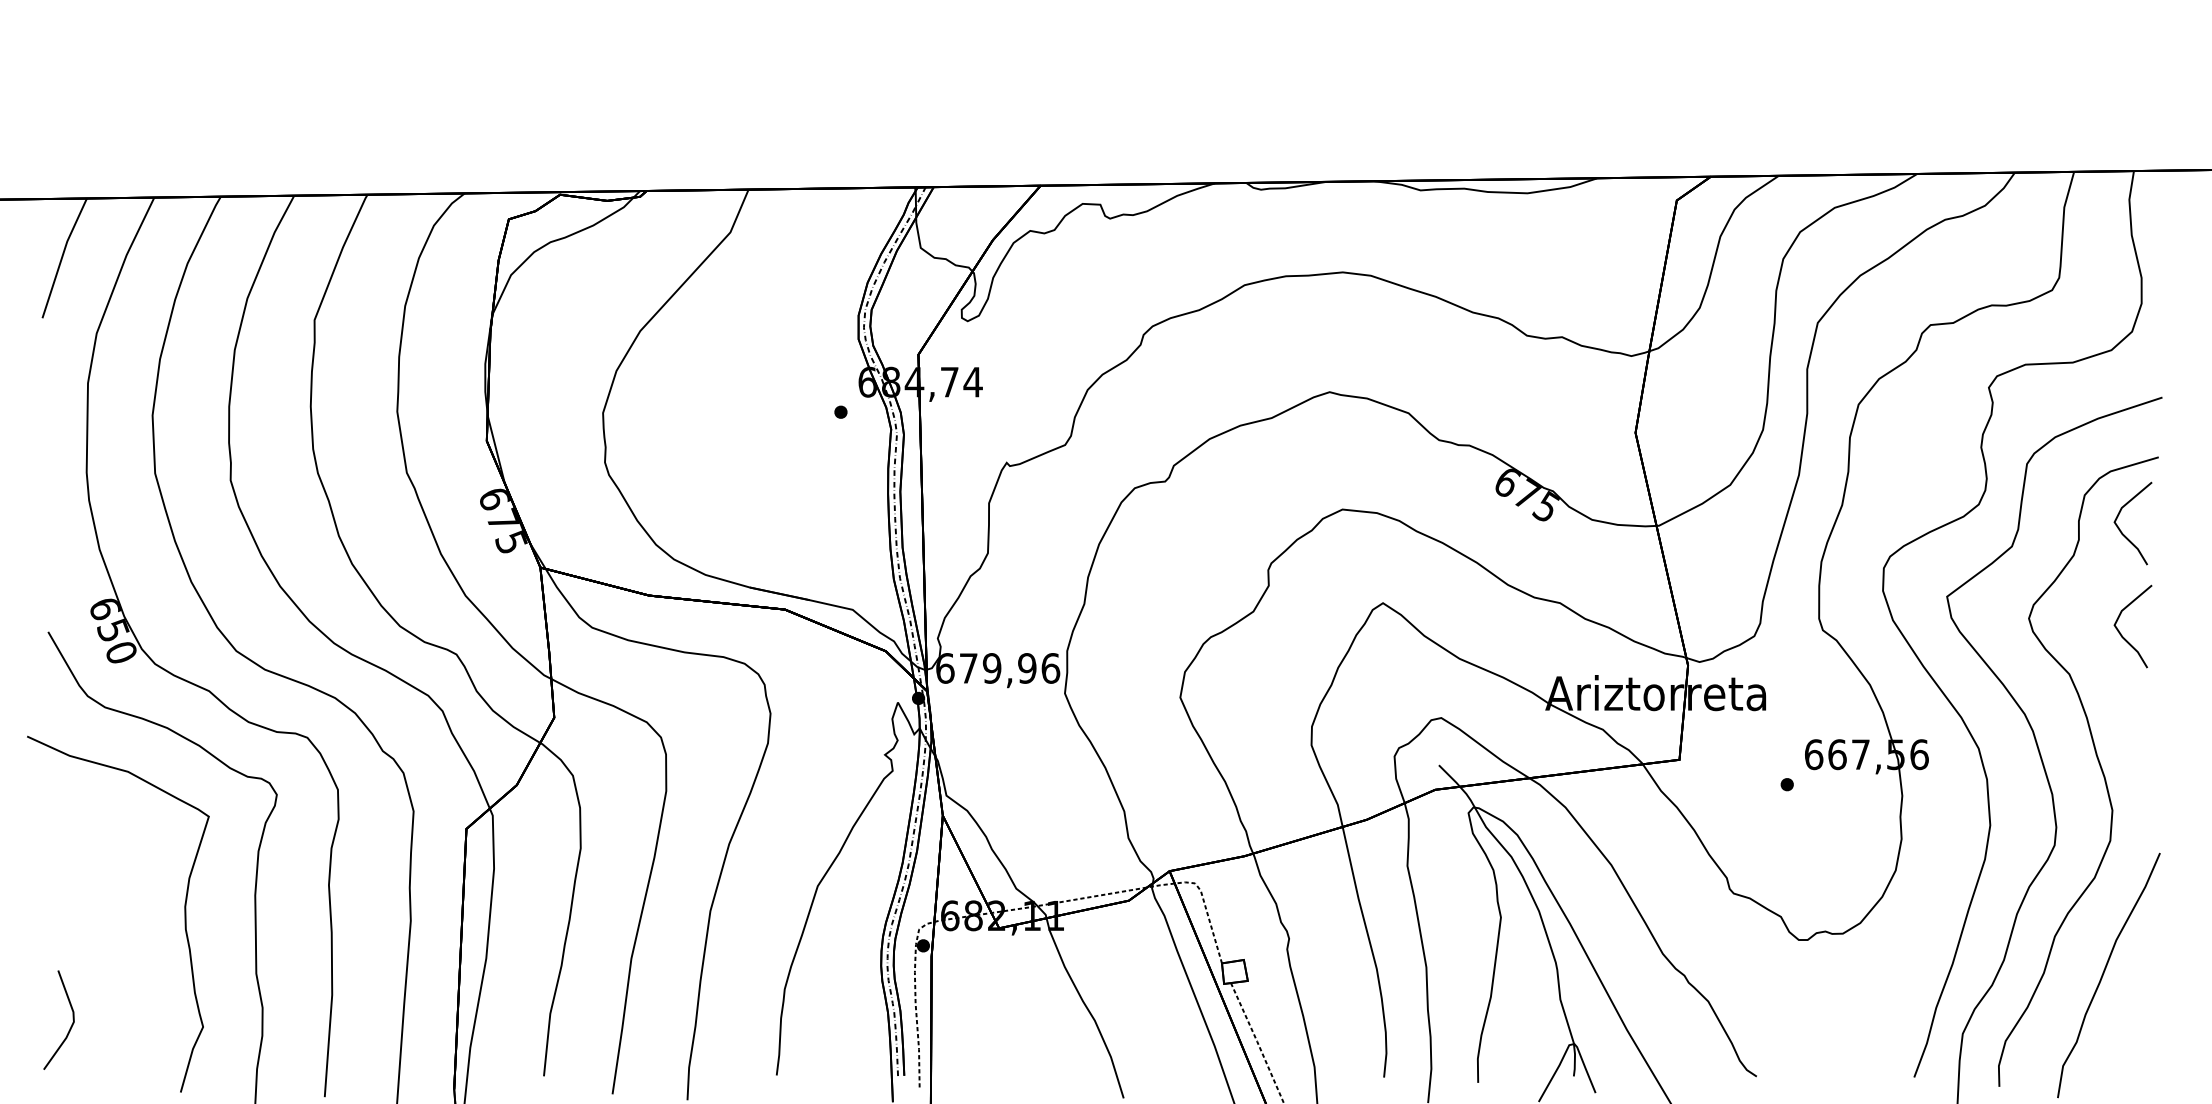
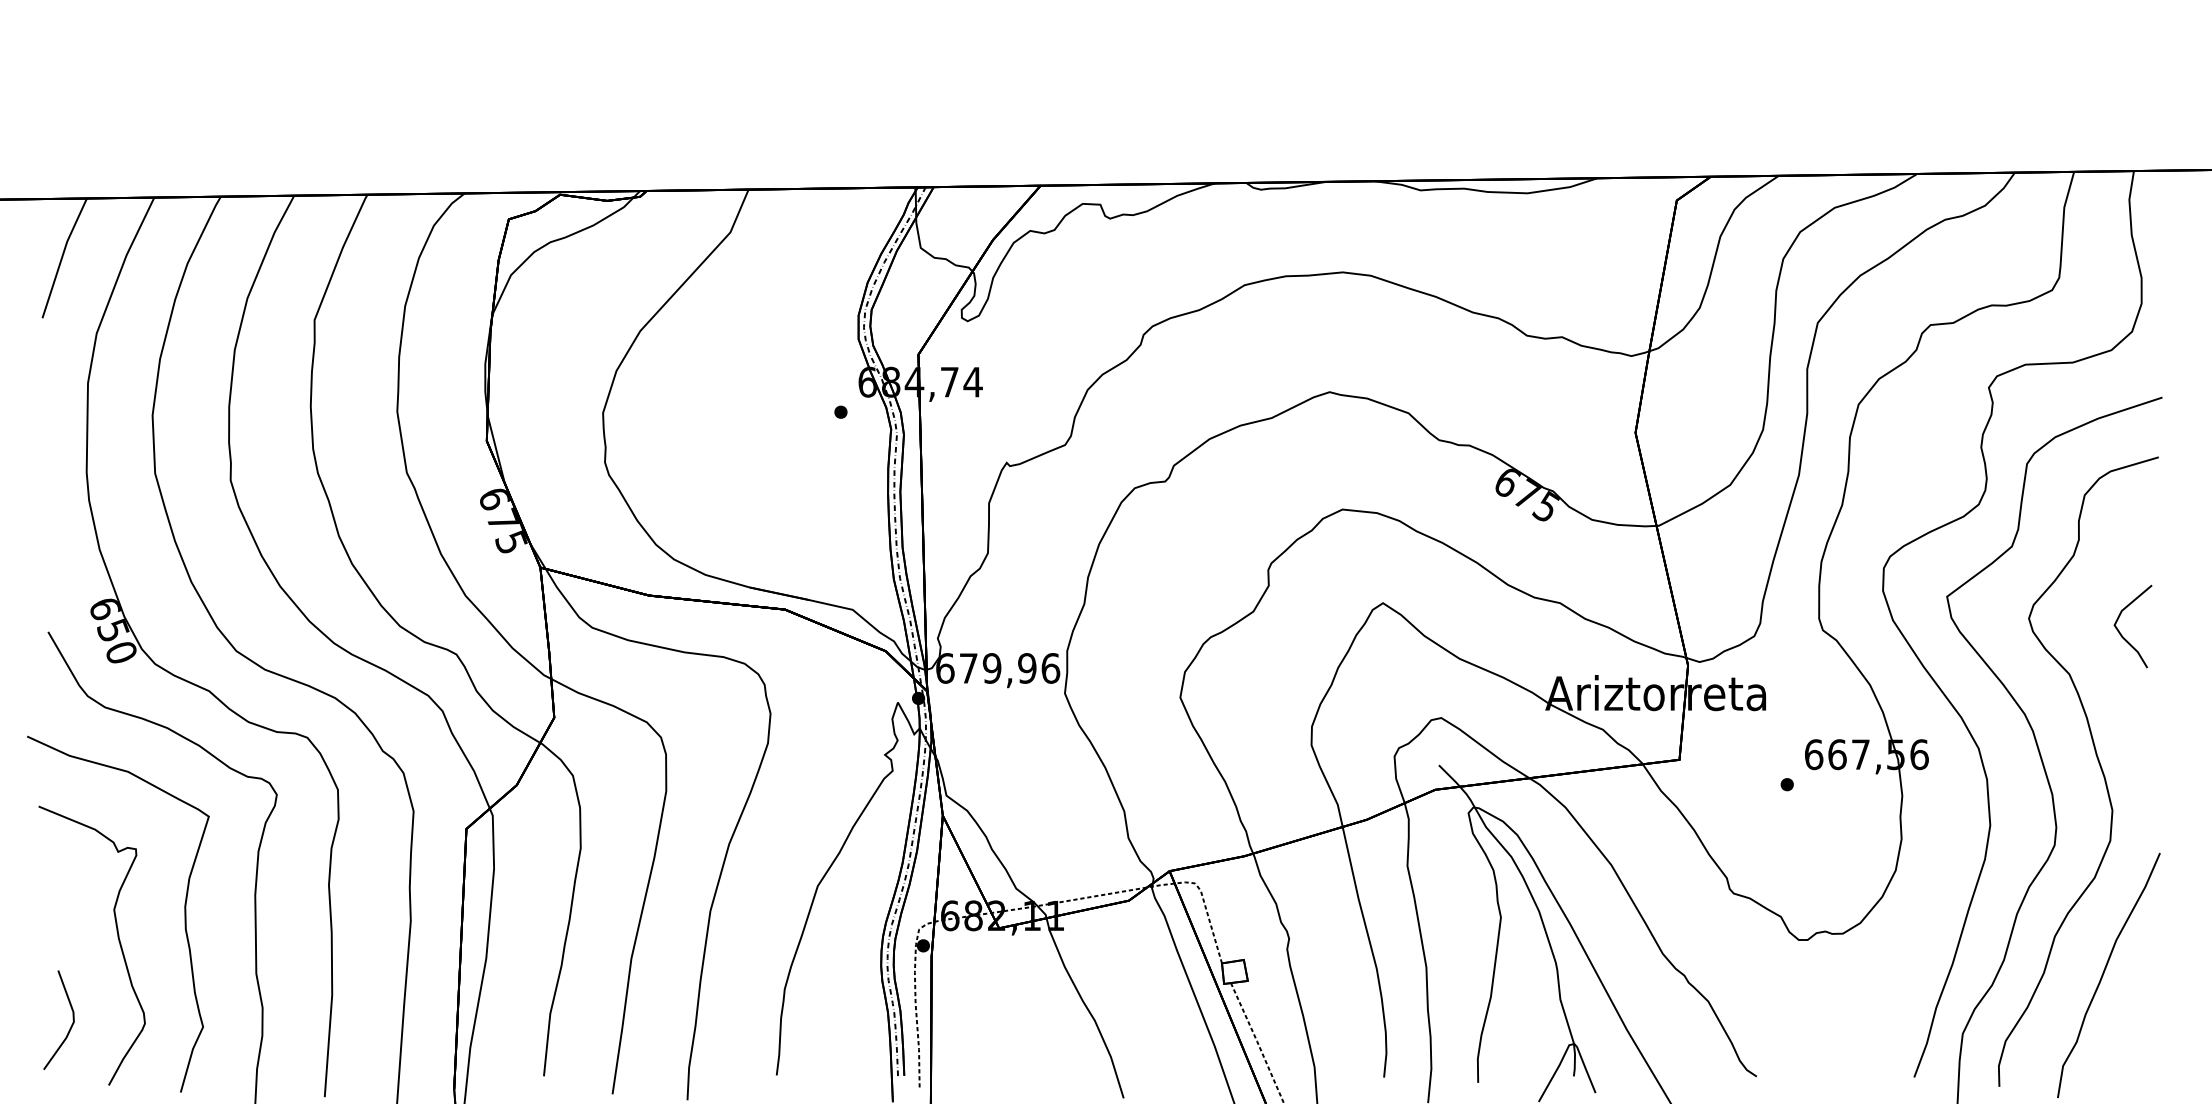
curve at (2121, 530): present -> none
curve at (117, 937): none -> present
